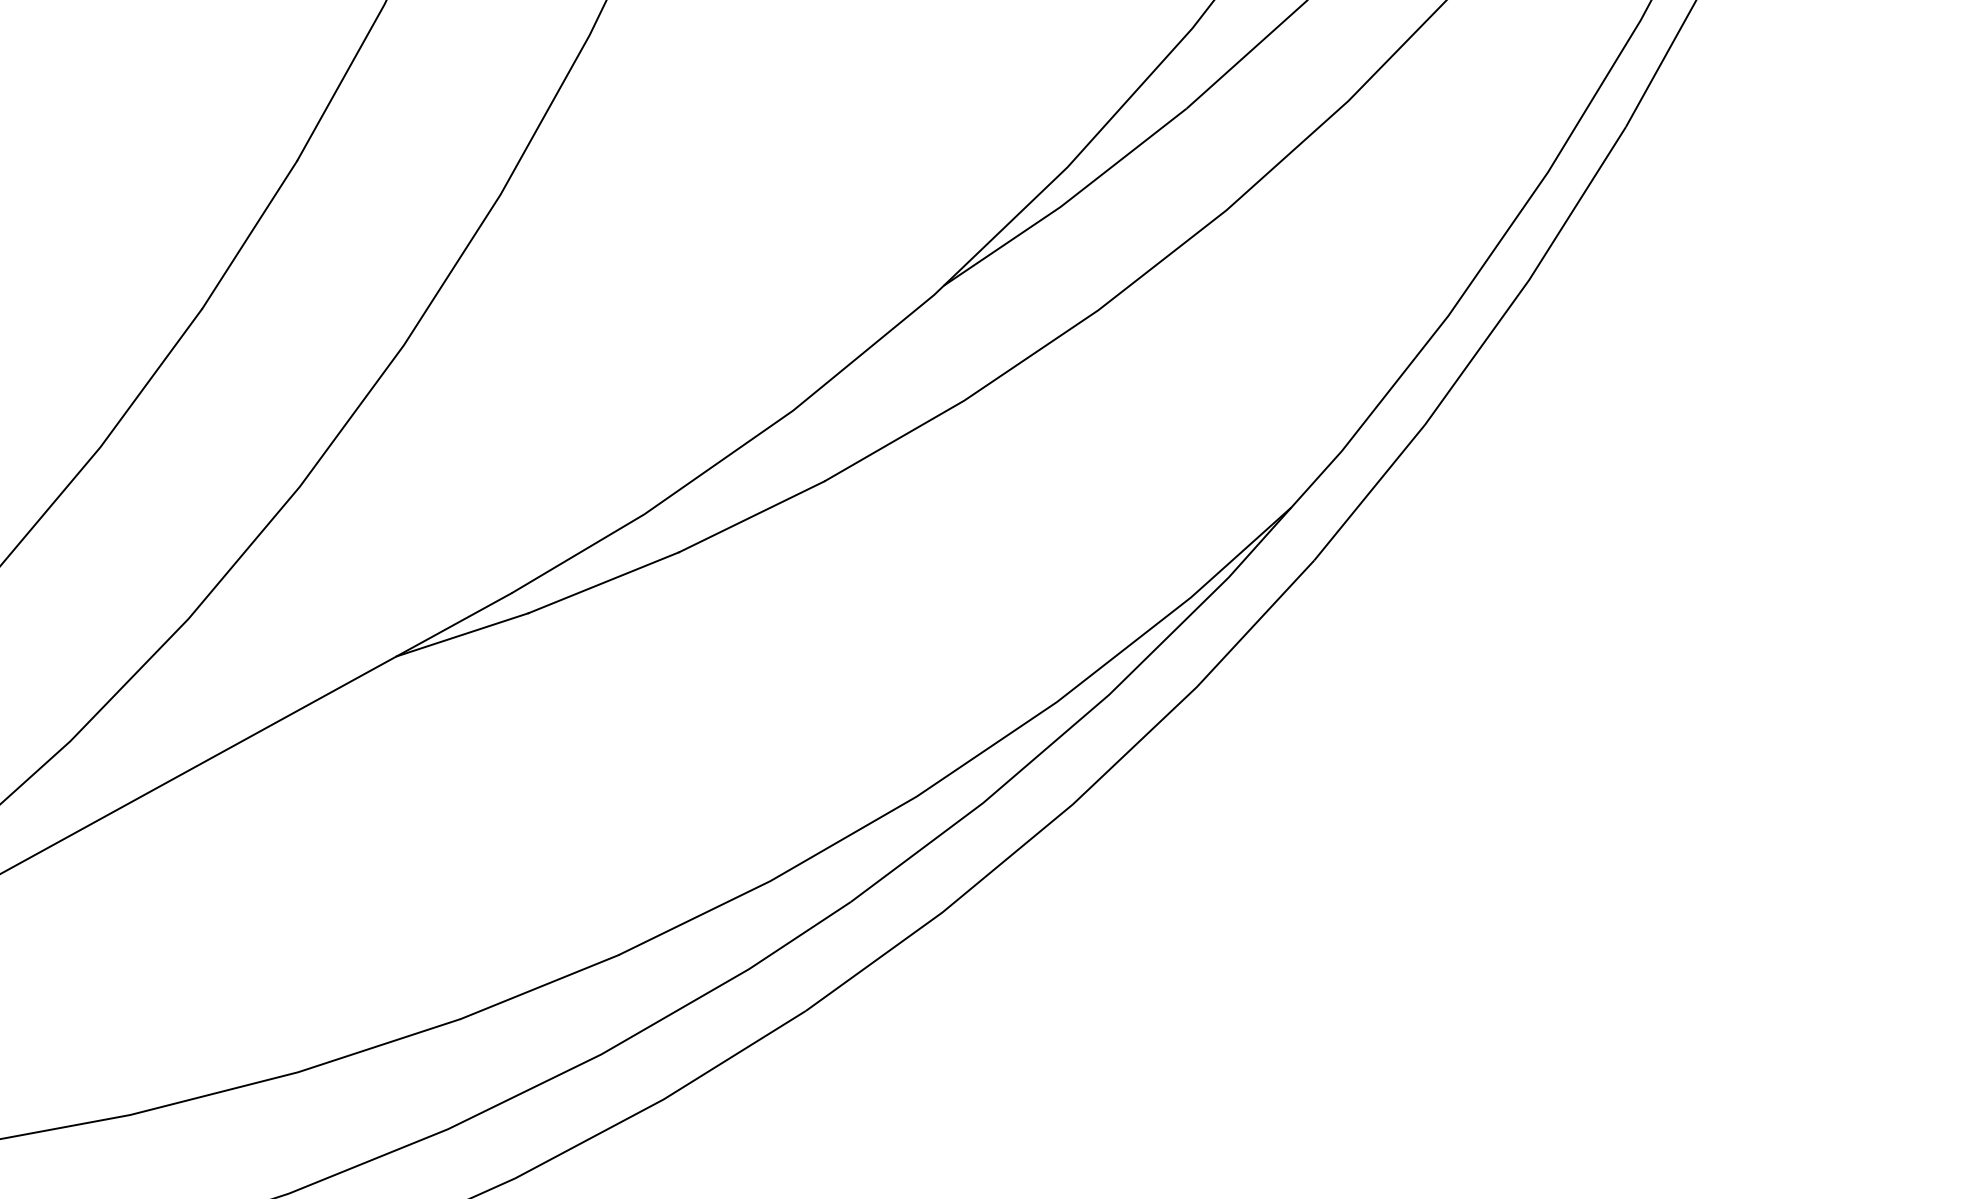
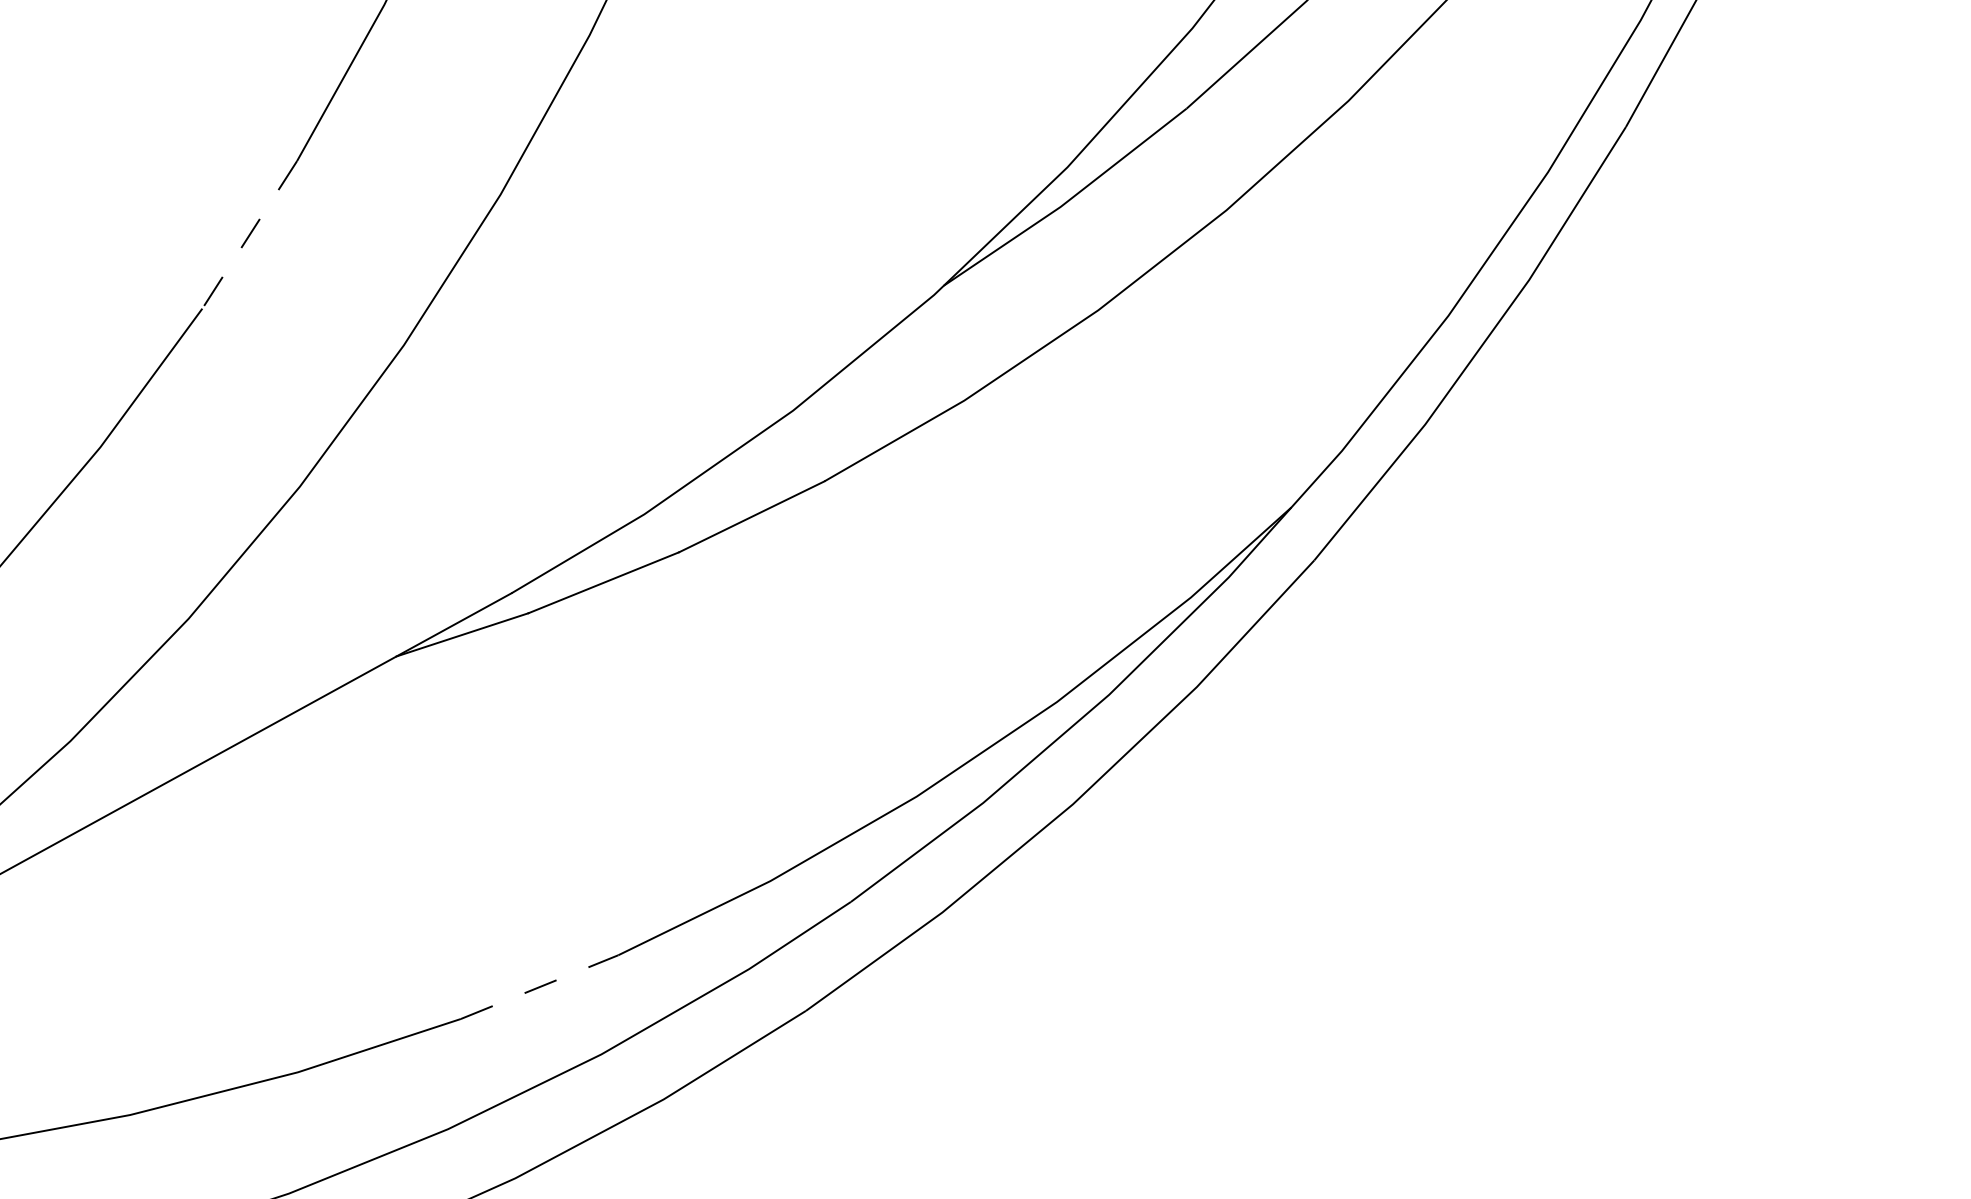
line at (249, 234): solid -> dashed
line at (539, 987): solid -> dashed
